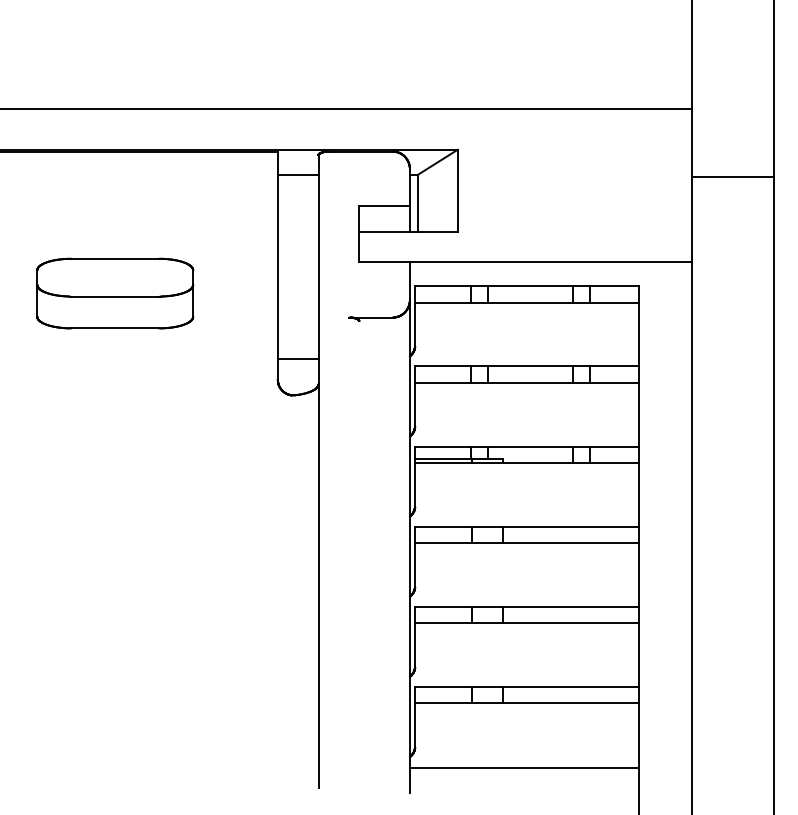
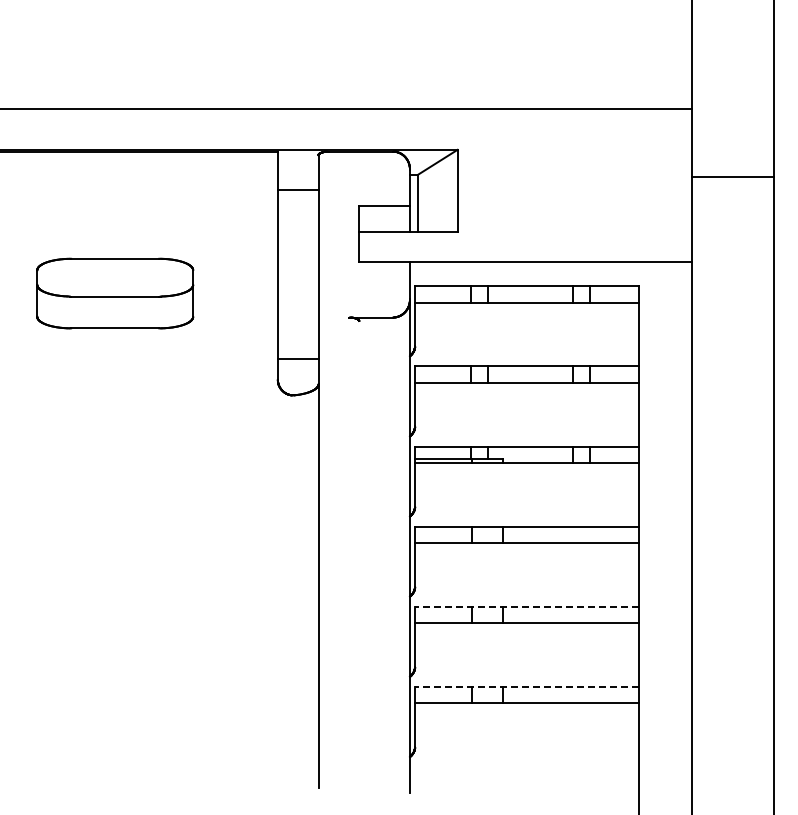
line at (297, 174) position: (297, 174) -> (297, 189)
line at (526, 606): solid -> dashed
line at (526, 687): solid -> dashed
line at (524, 767): present -> none
